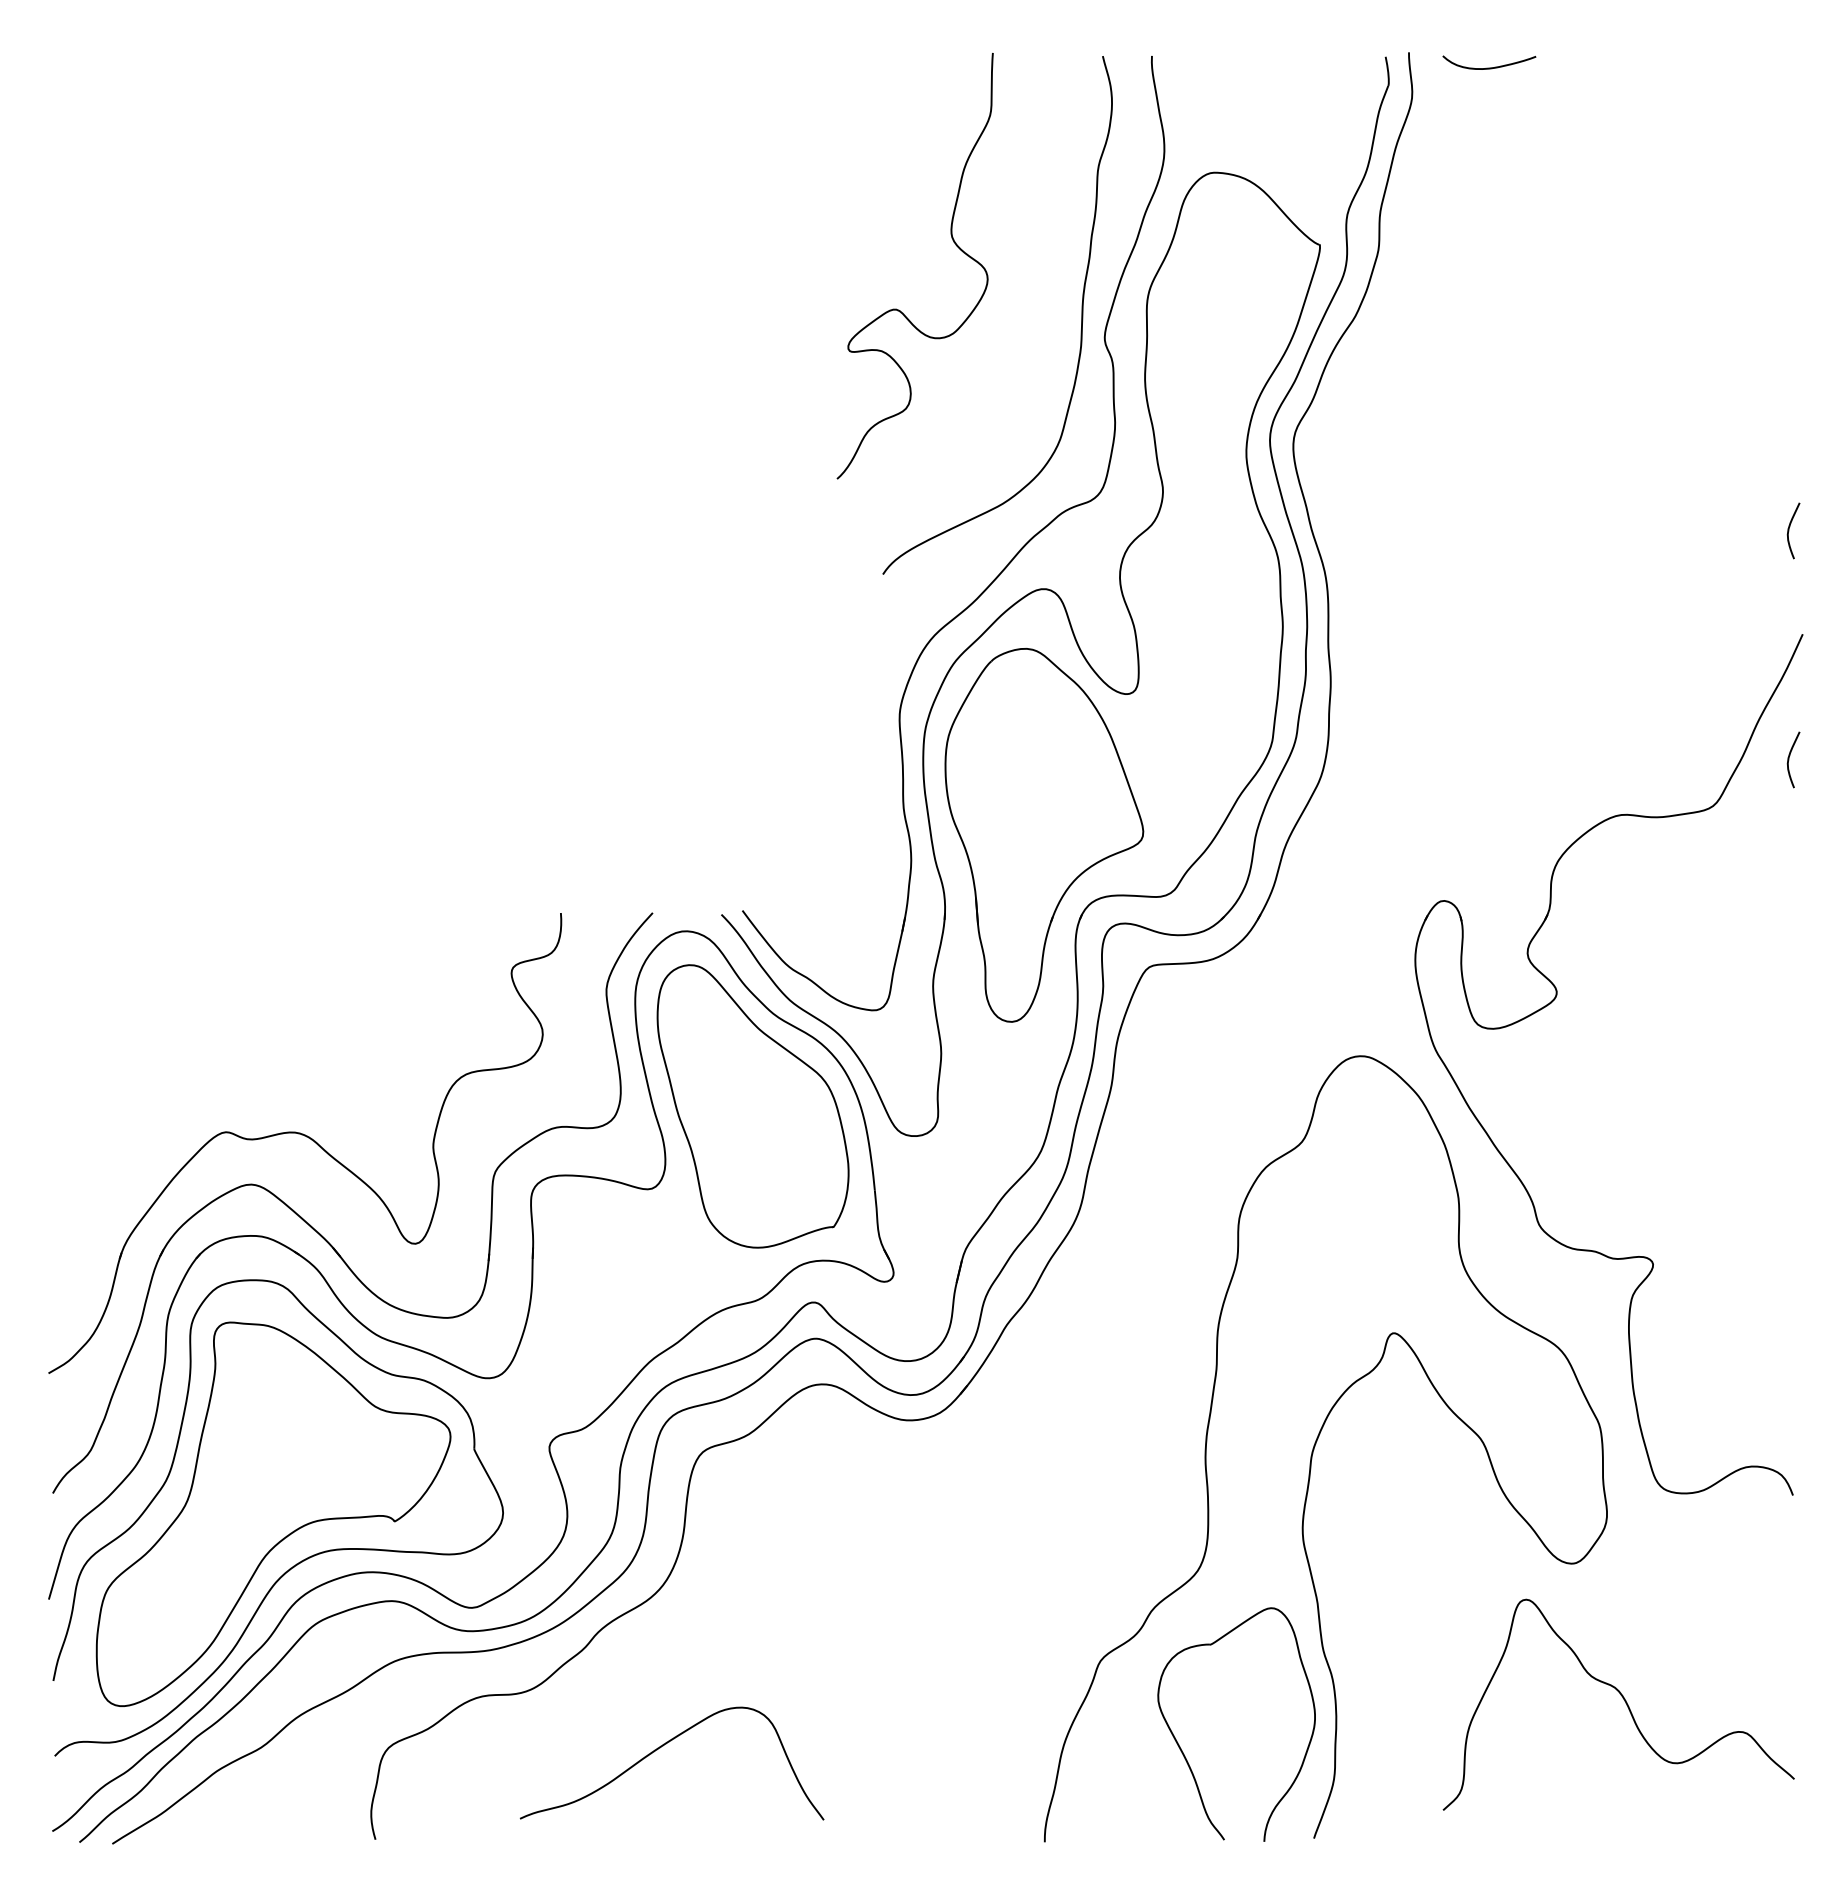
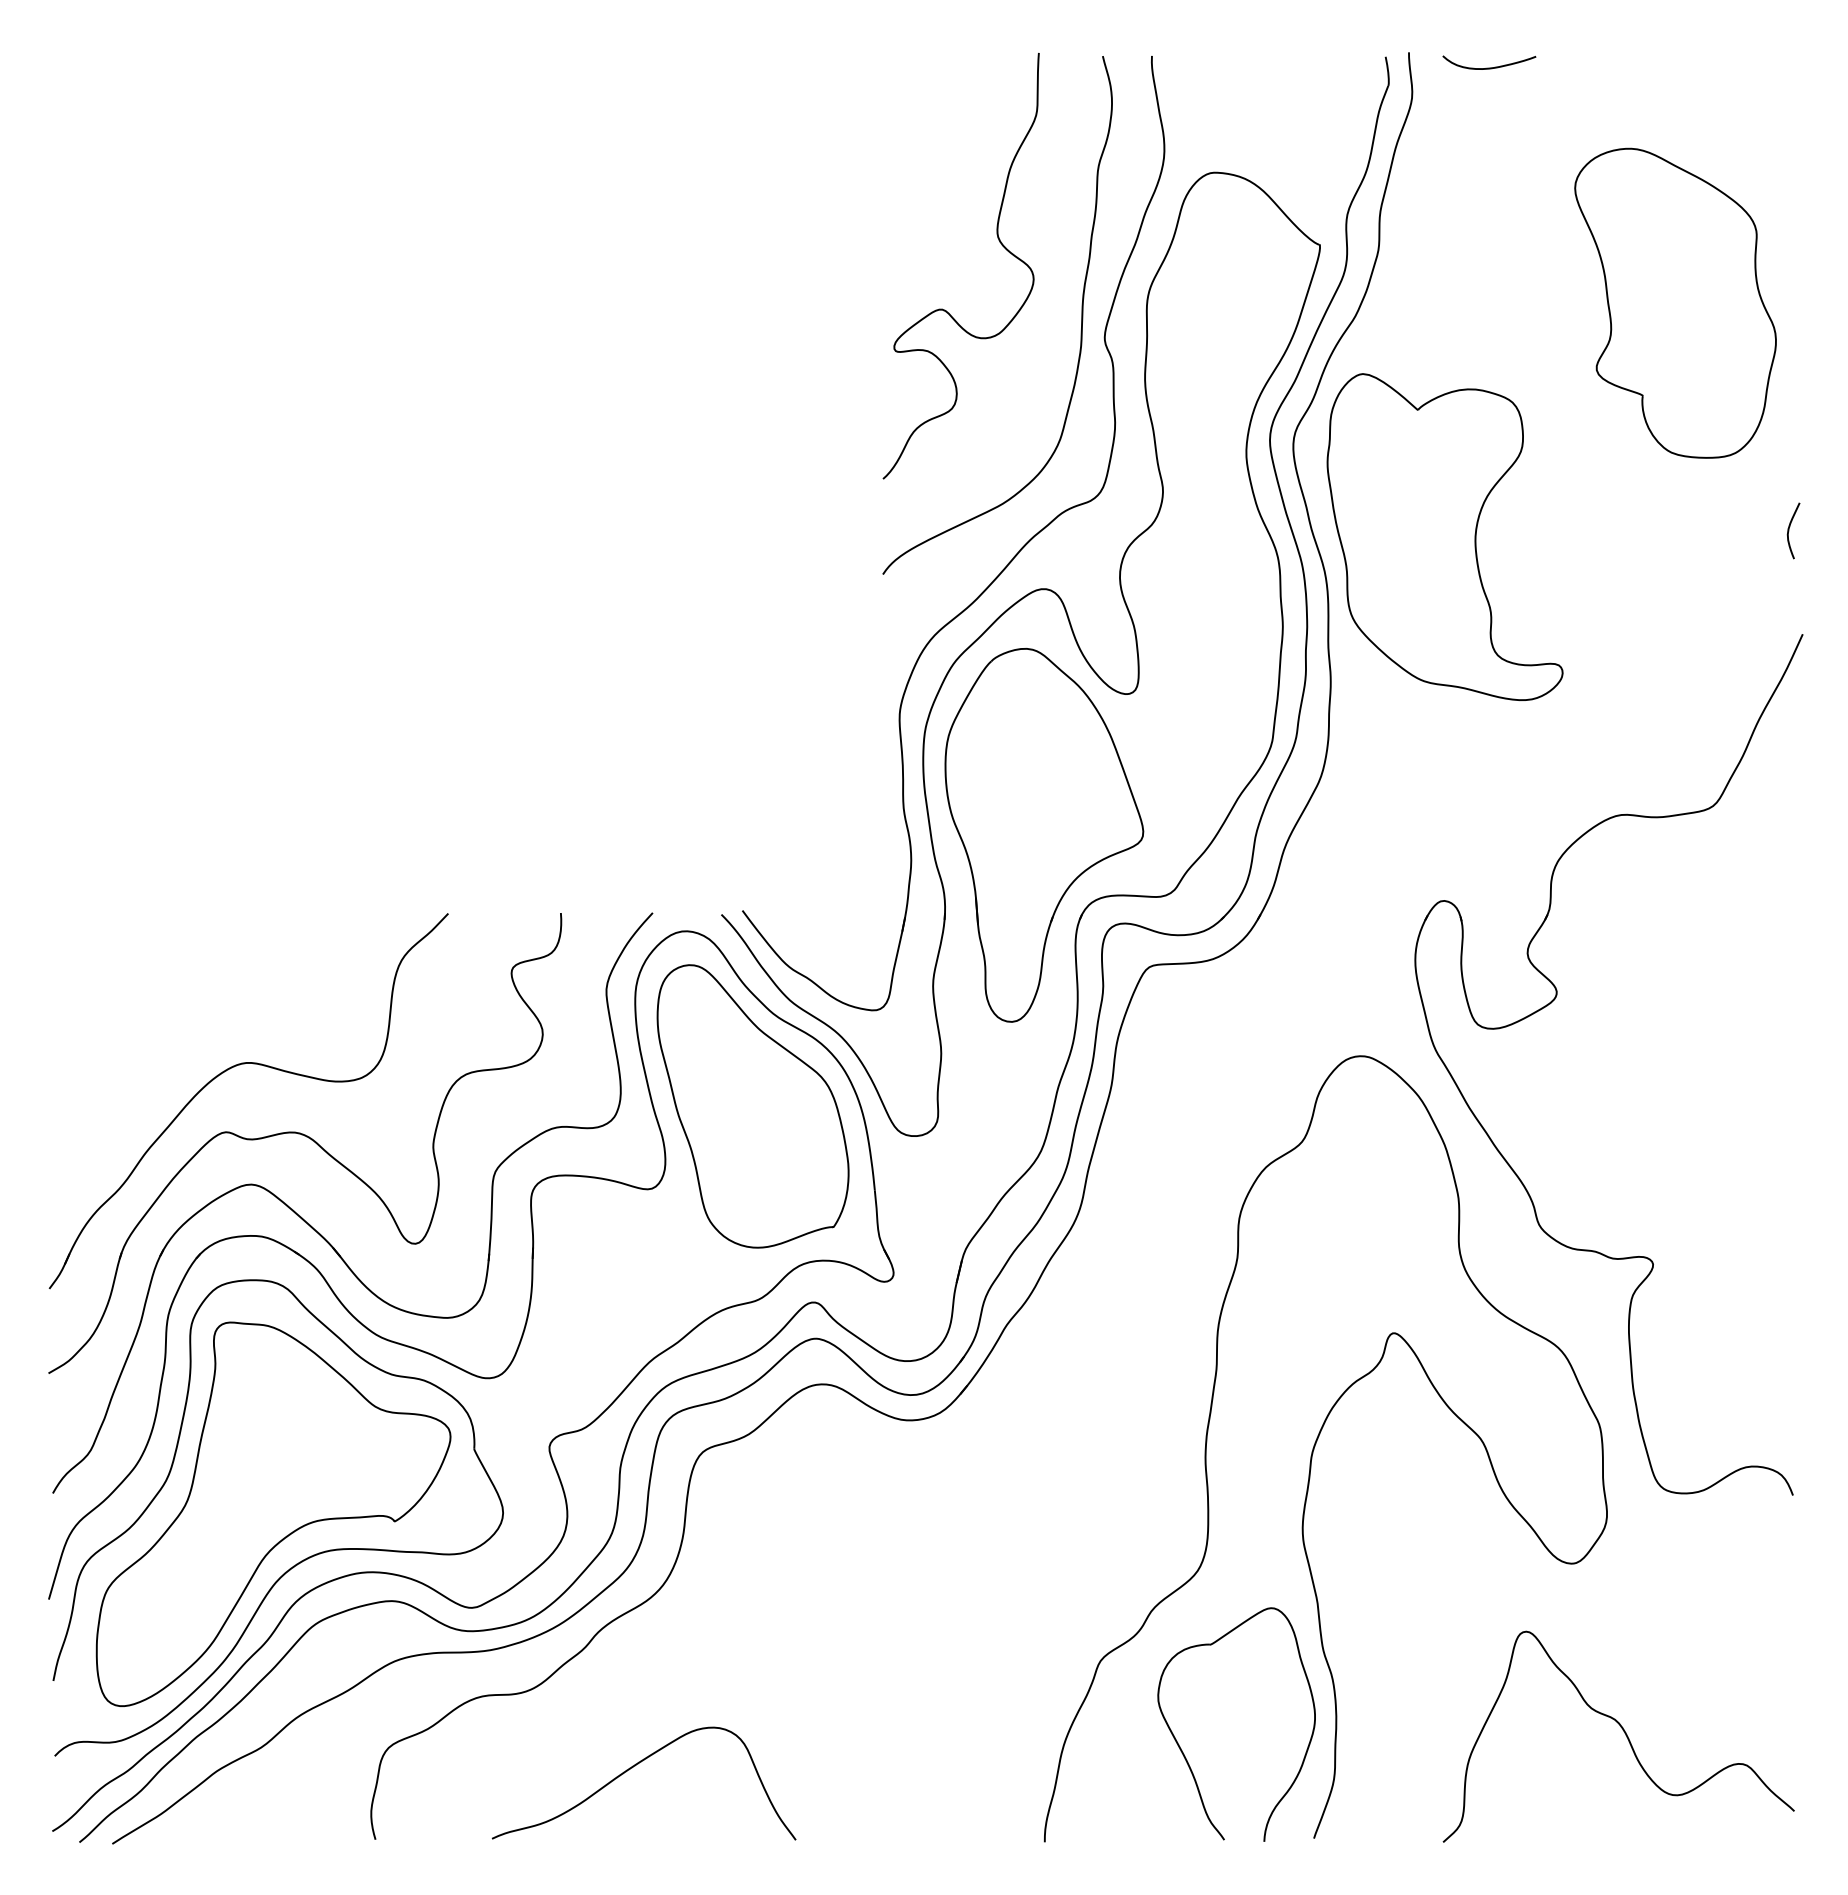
part at (1675, 302): none -> present
curve at (896, 308) position: (896, 308) -> (942, 308)
part at (1444, 536): none -> present
curve at (1789, 759): present -> none
part at (232, 1068): none -> present
curve at (1624, 1701) position: (1624, 1701) -> (1624, 1733)
curve at (660, 1748) position: (660, 1748) -> (632, 1768)
